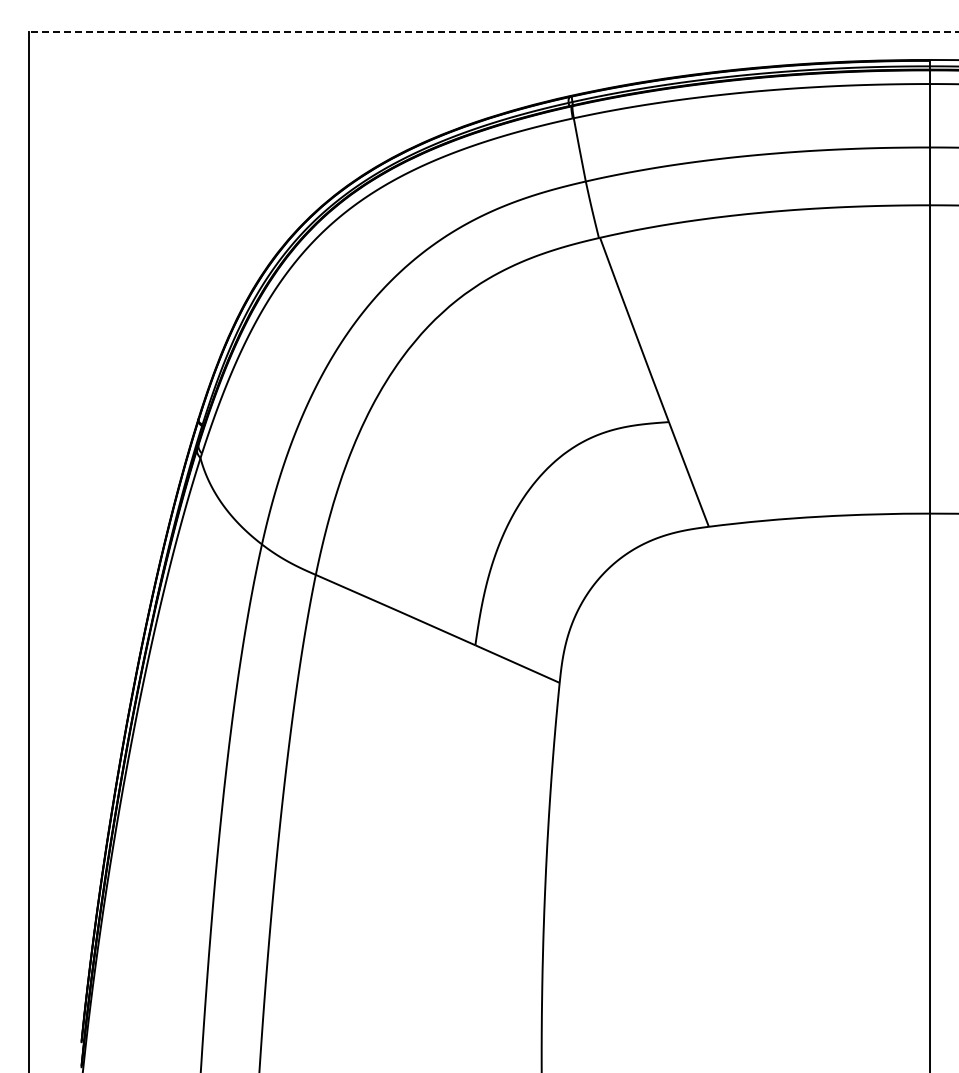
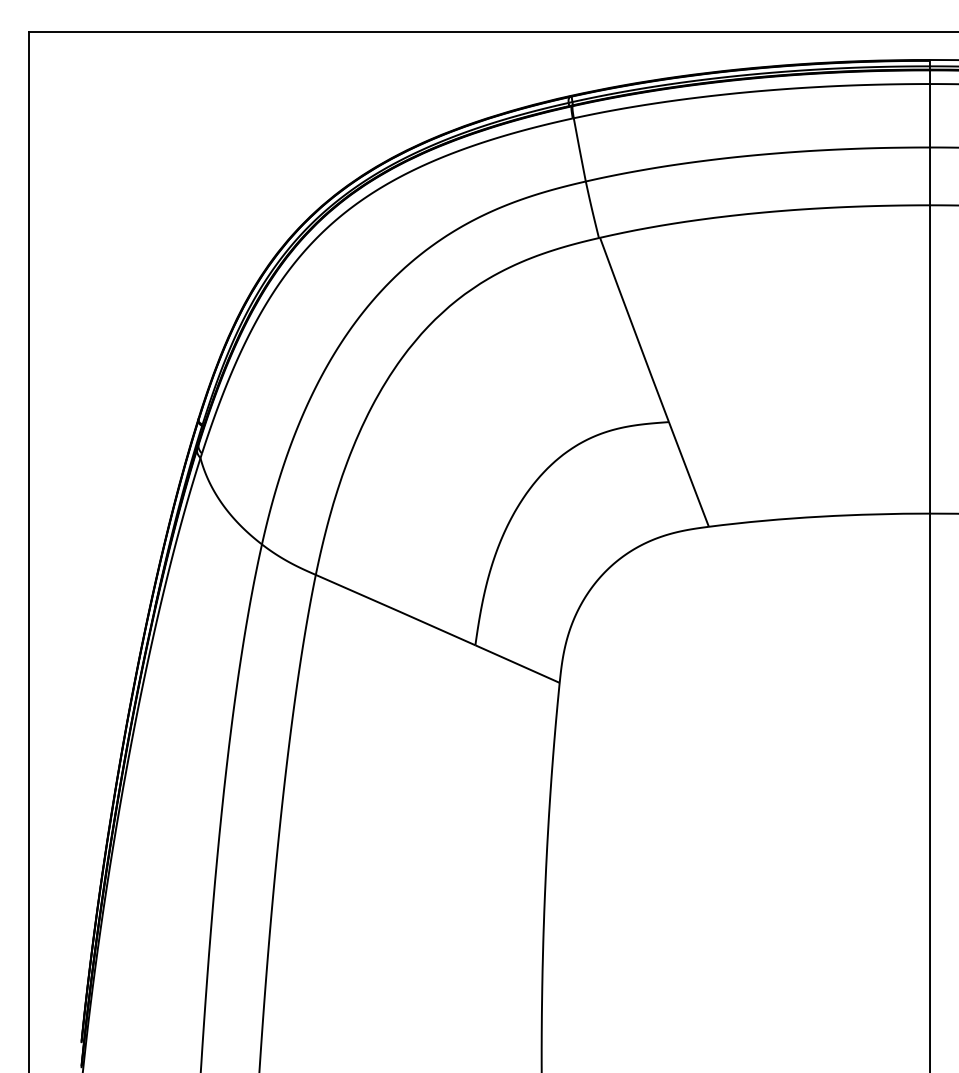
line at (493, 32): dashed -> solid
